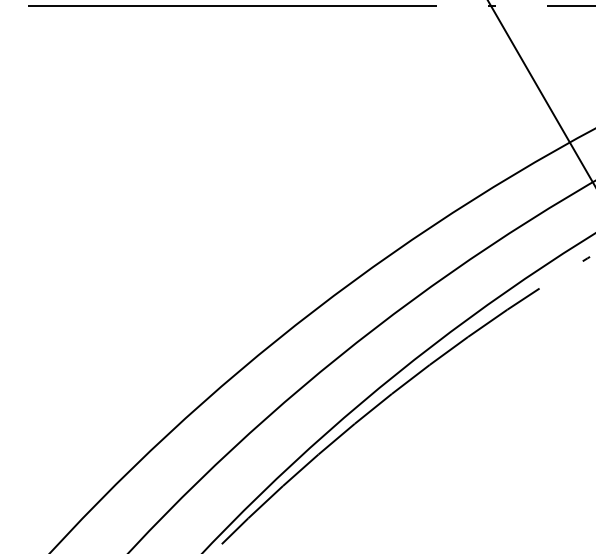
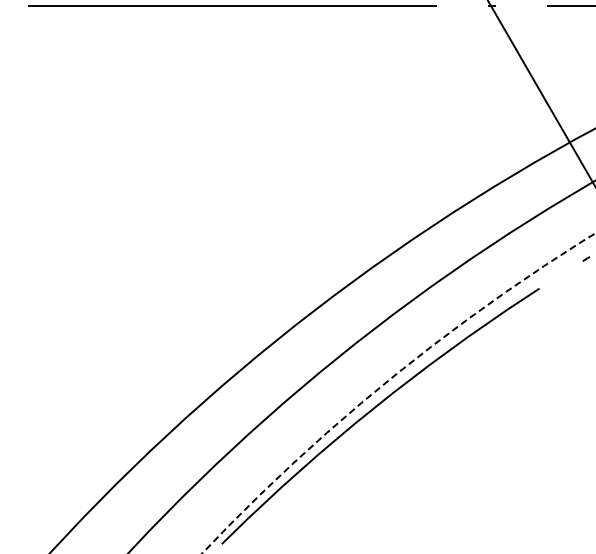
arc at (388, 380): solid -> dashed
